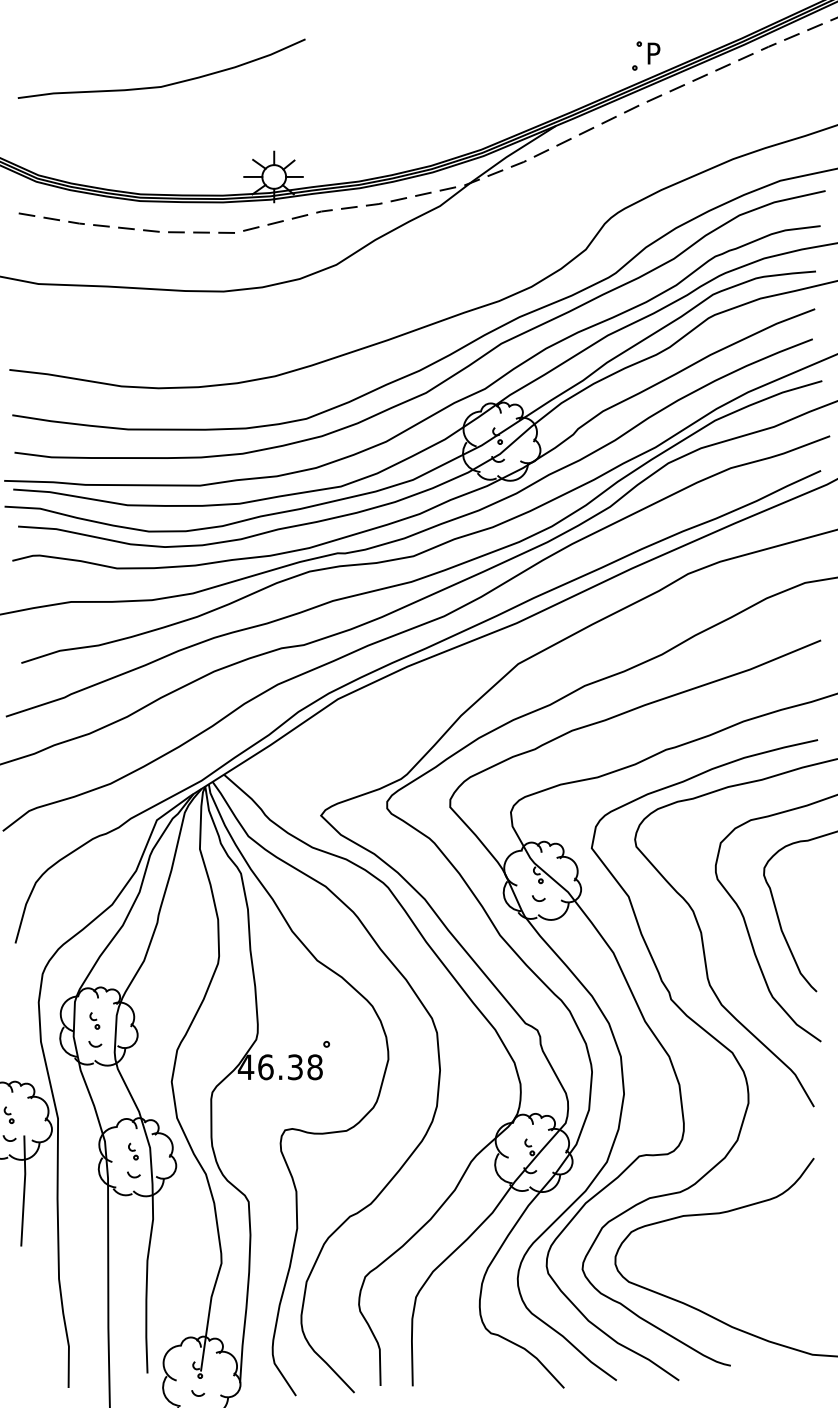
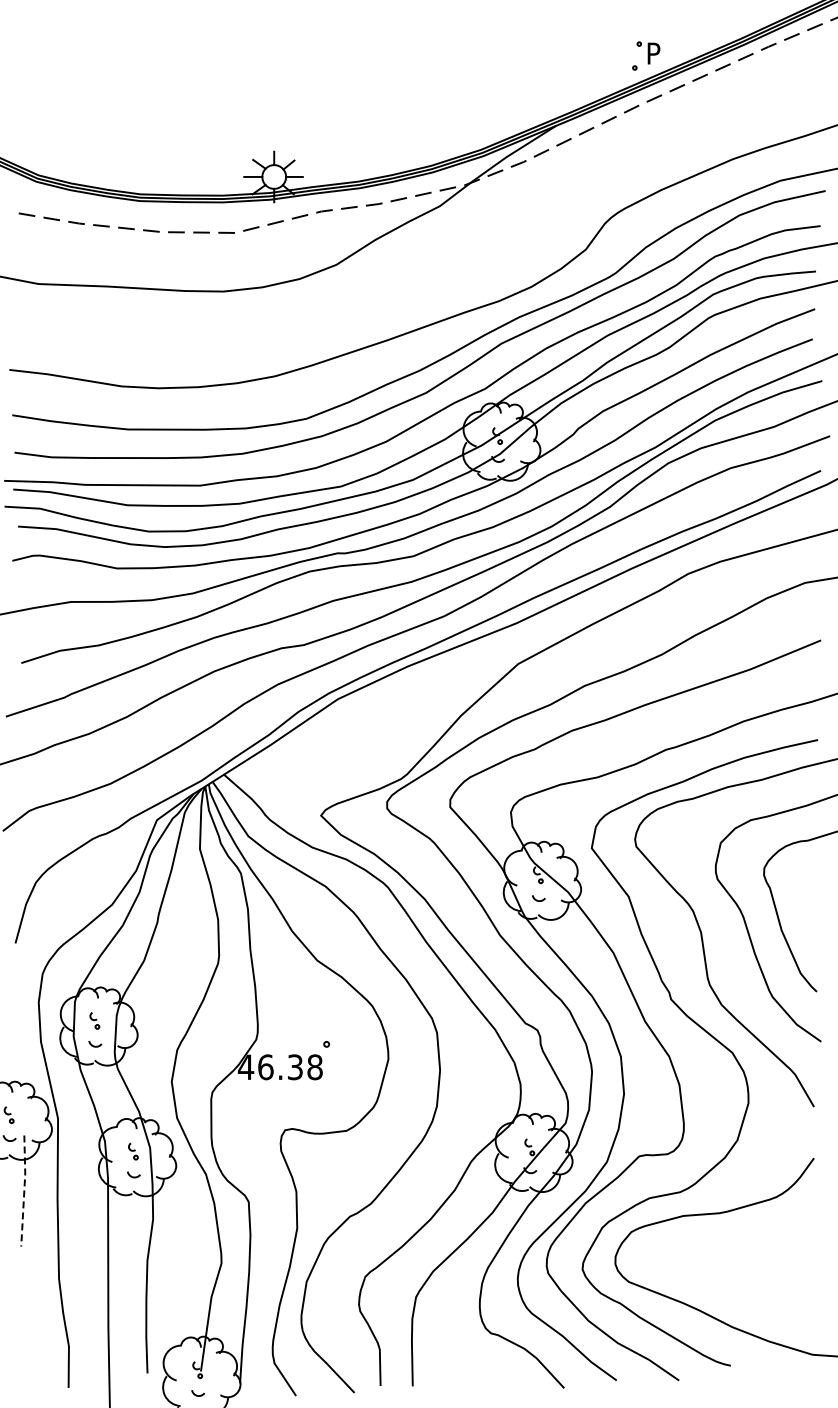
curve at (165, 84): present -> none
line at (24, 1190): solid -> dashed
